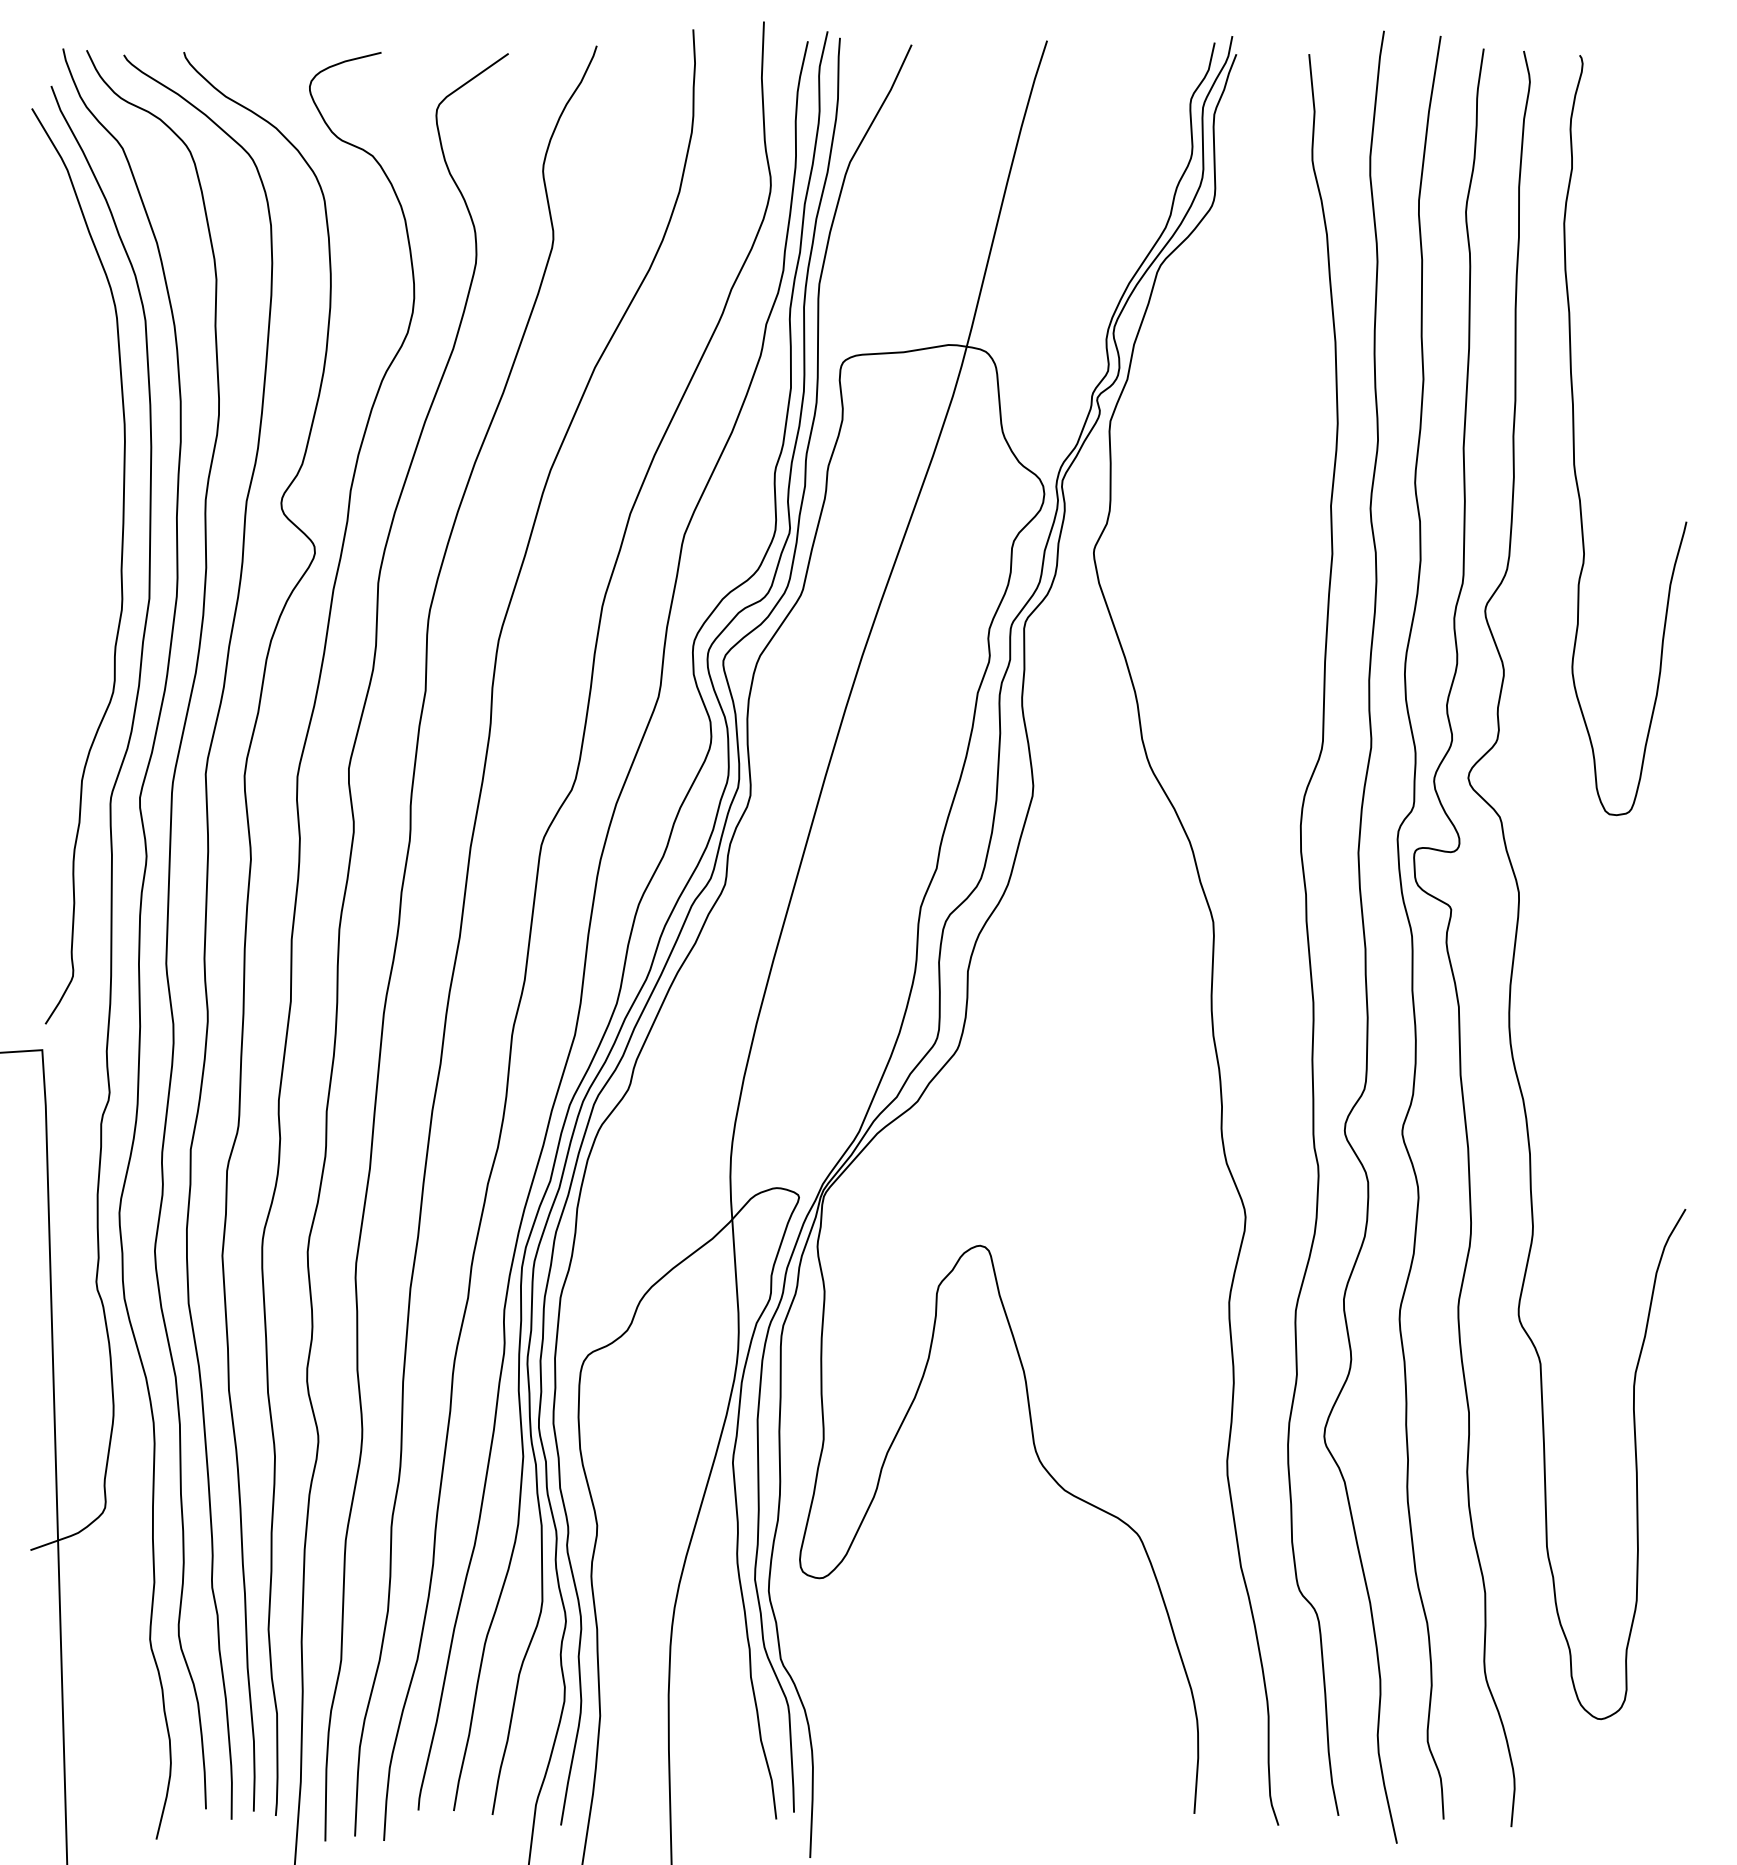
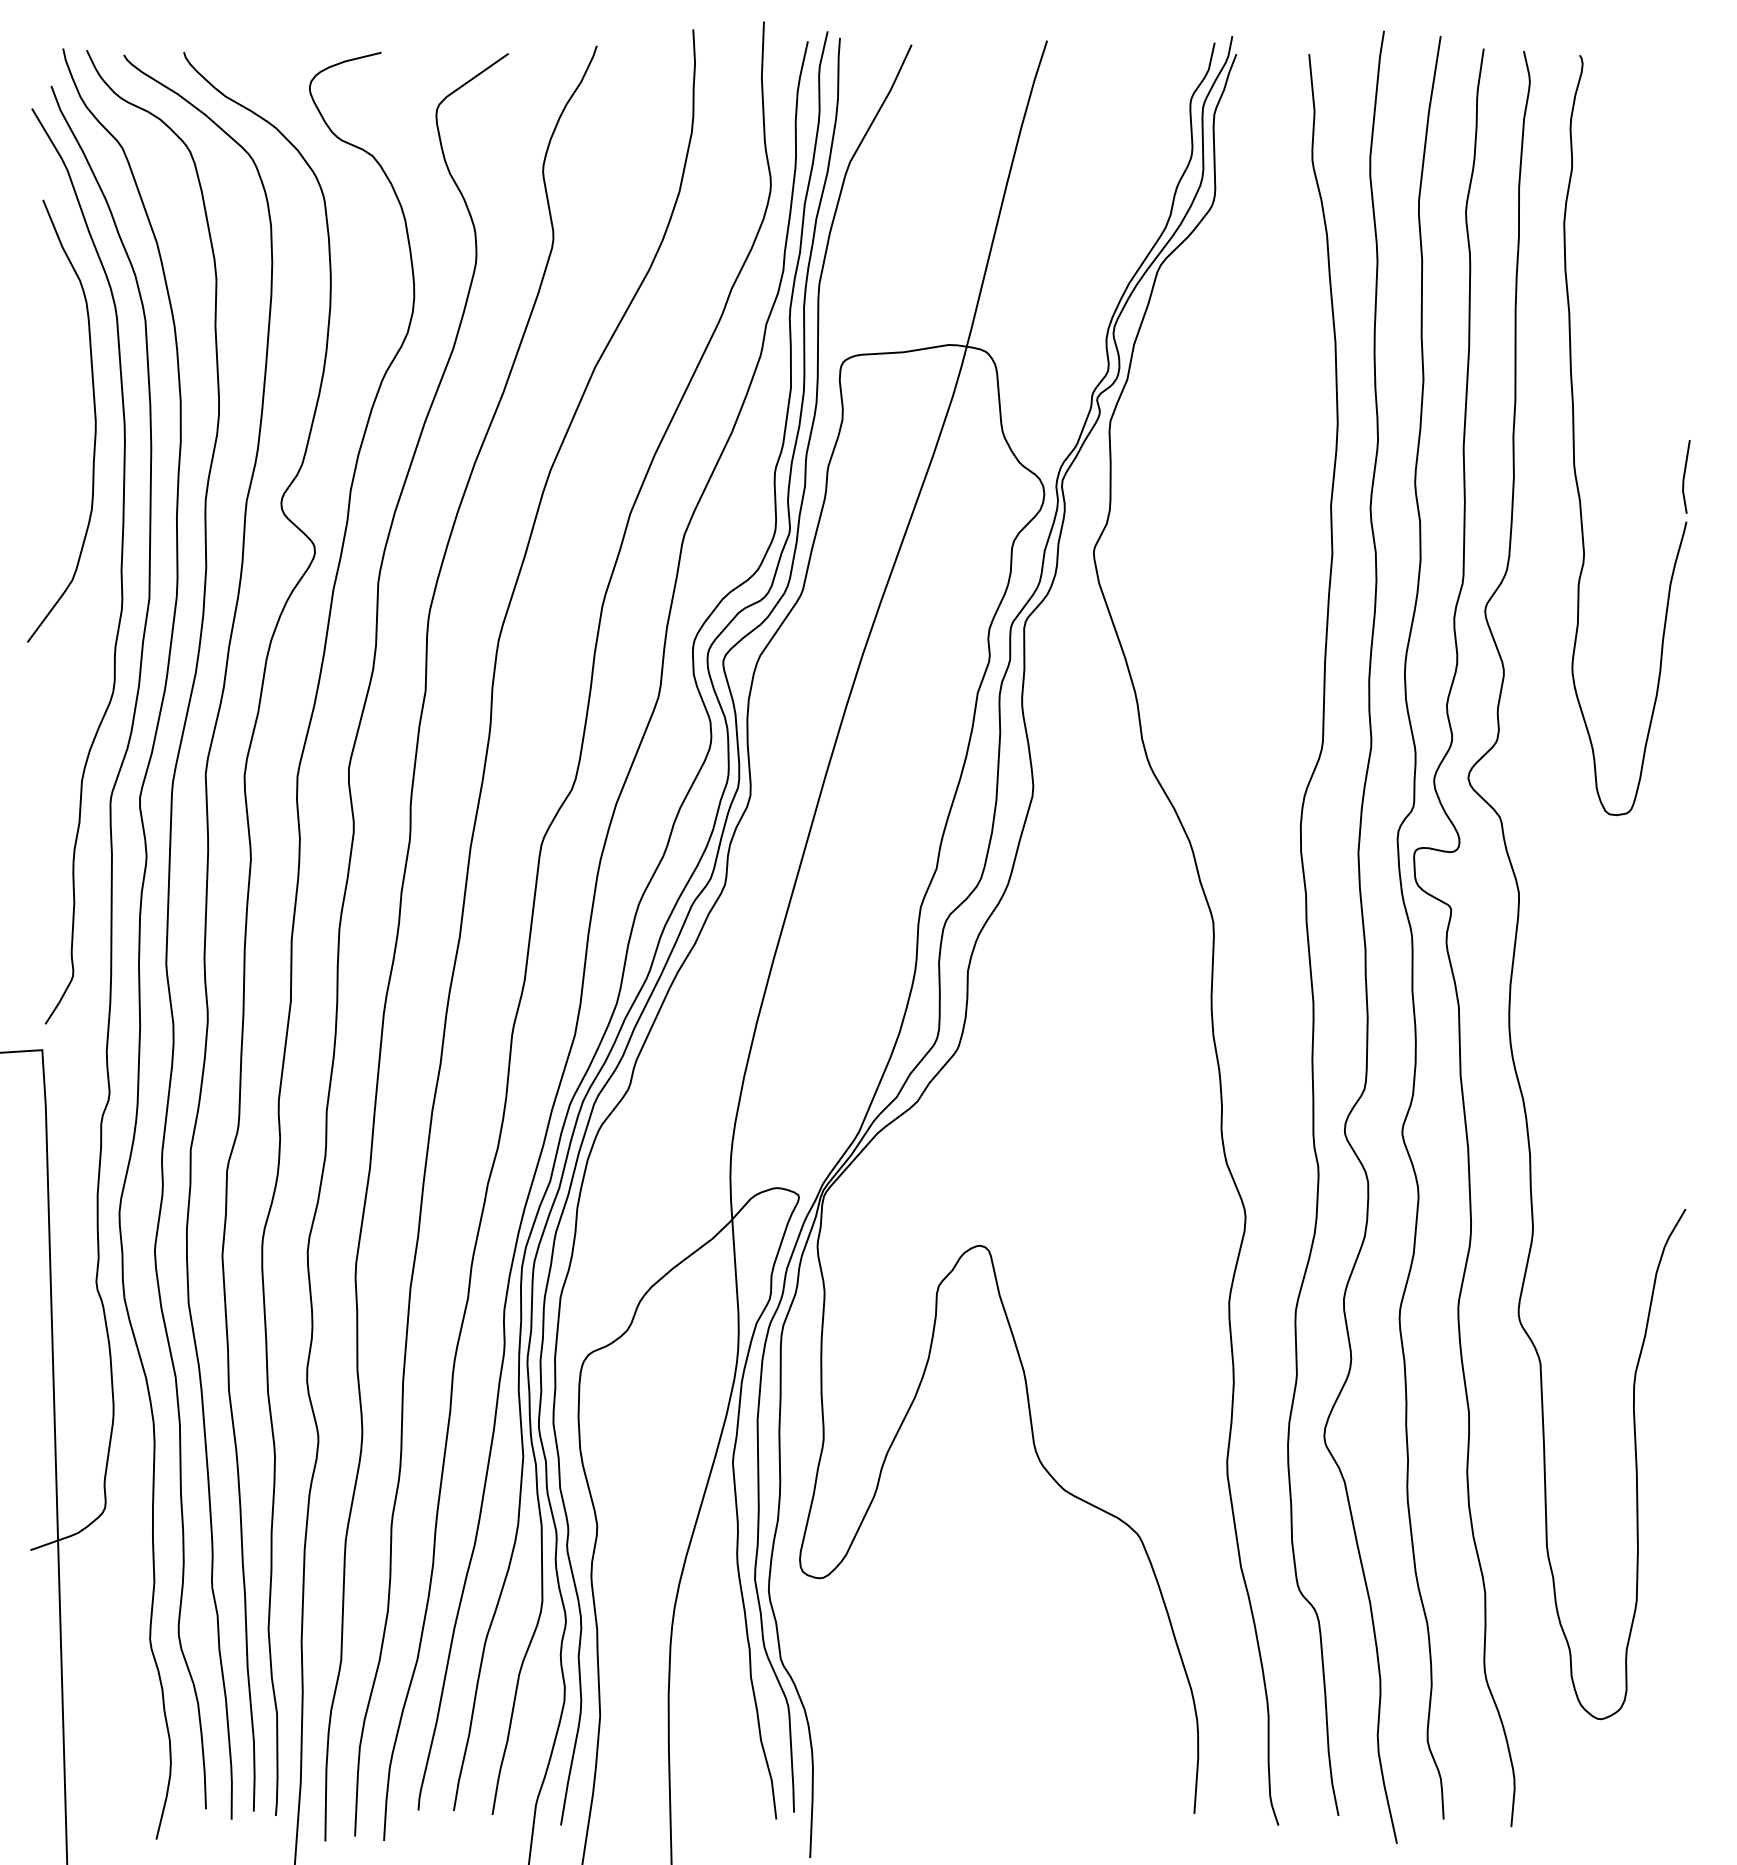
curve at (94, 420): none -> present
line at (1685, 475): none -> present
